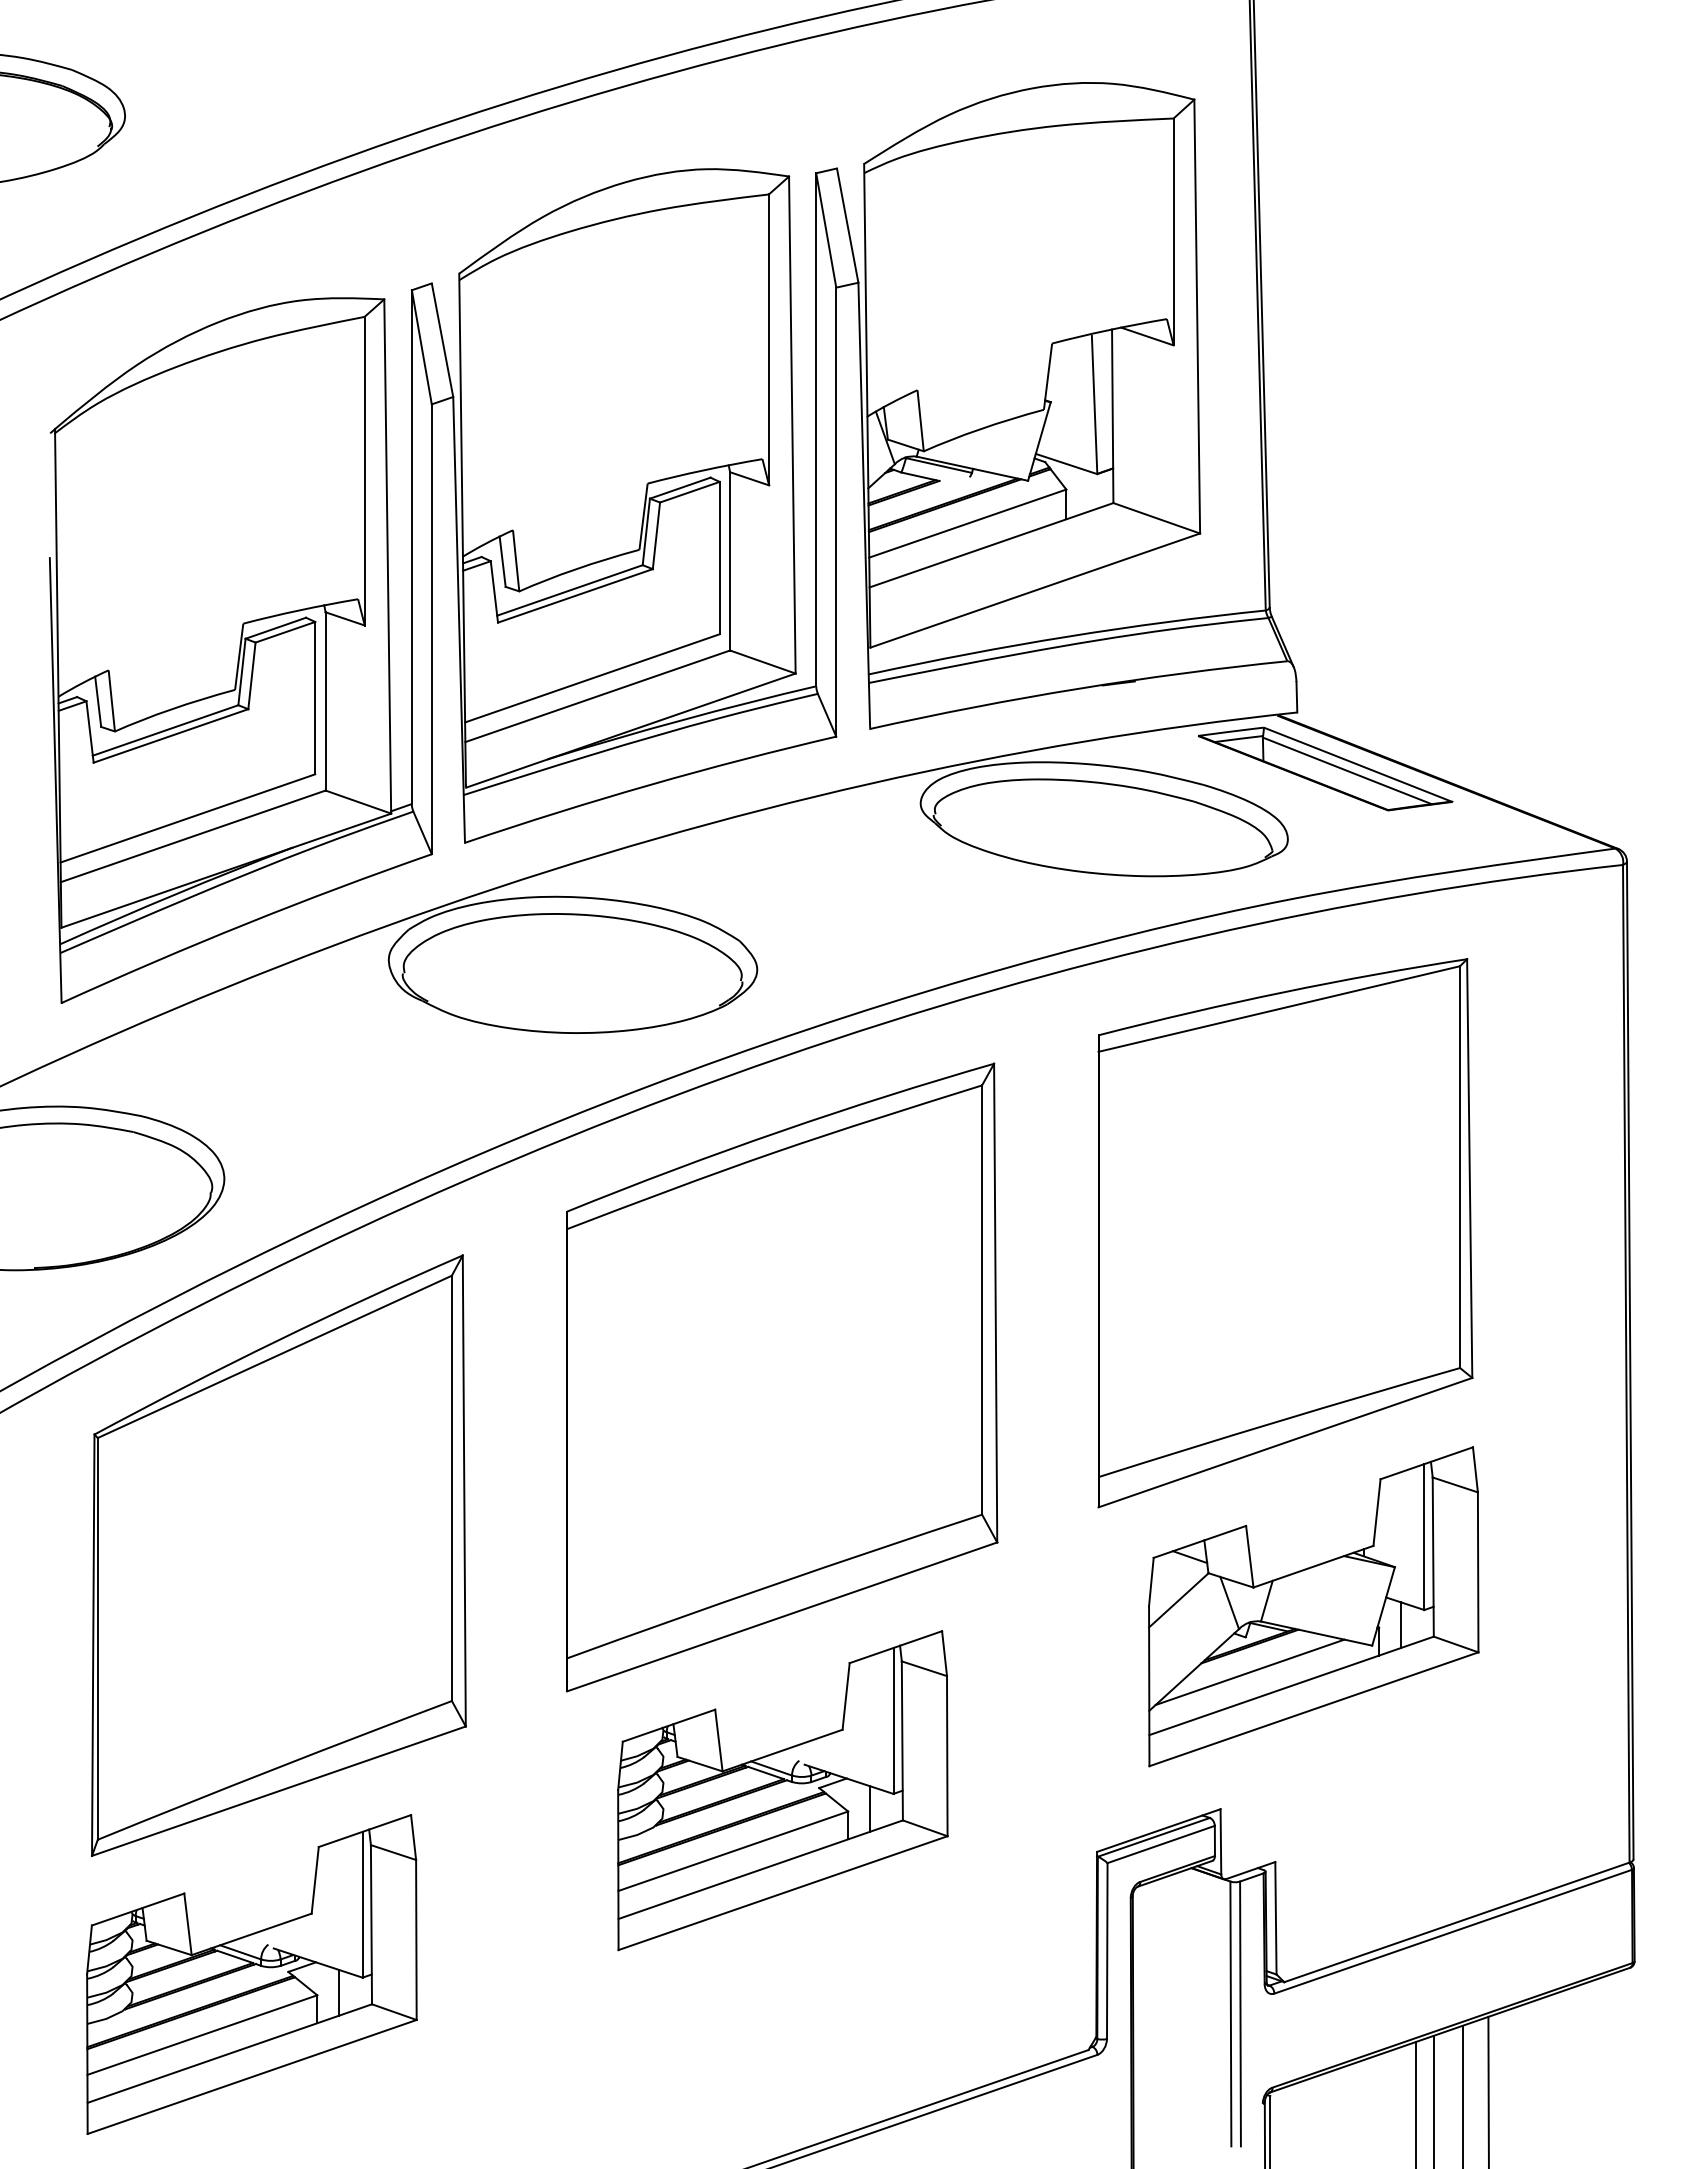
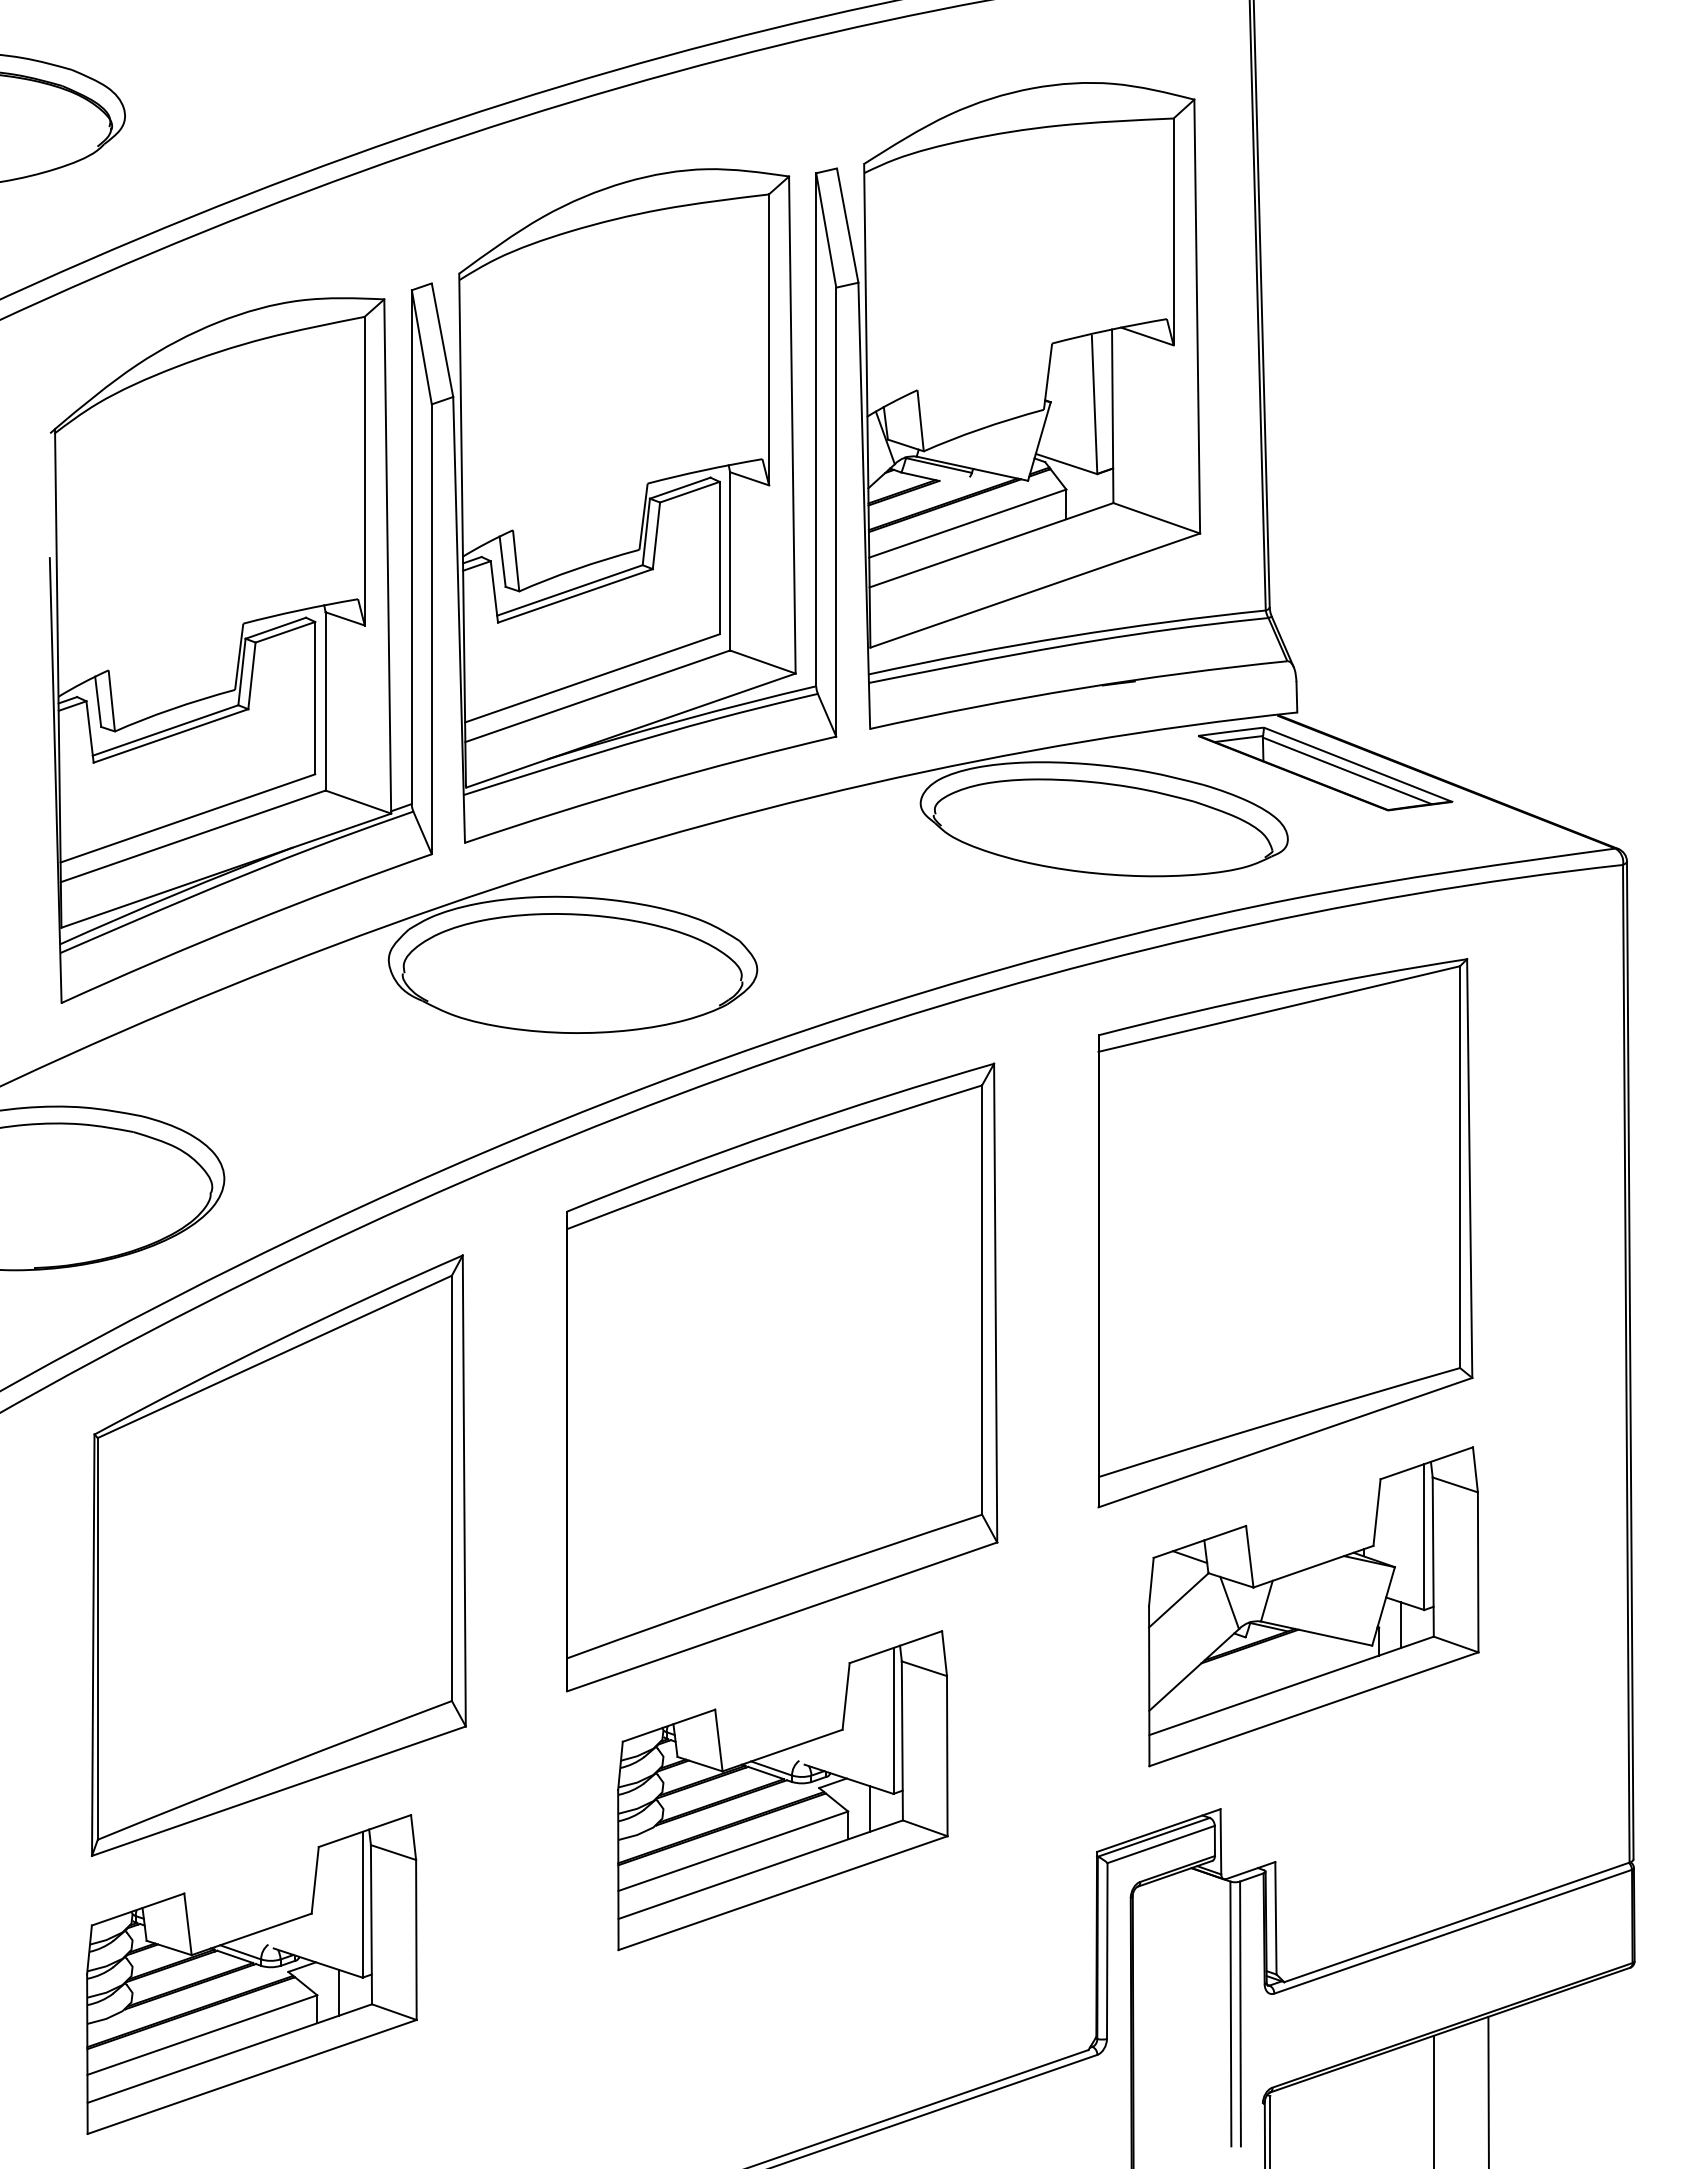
line at (1249, 1672): present -> none
line at (1462, 2095): present -> none
line at (1416, 2103): present -> none
